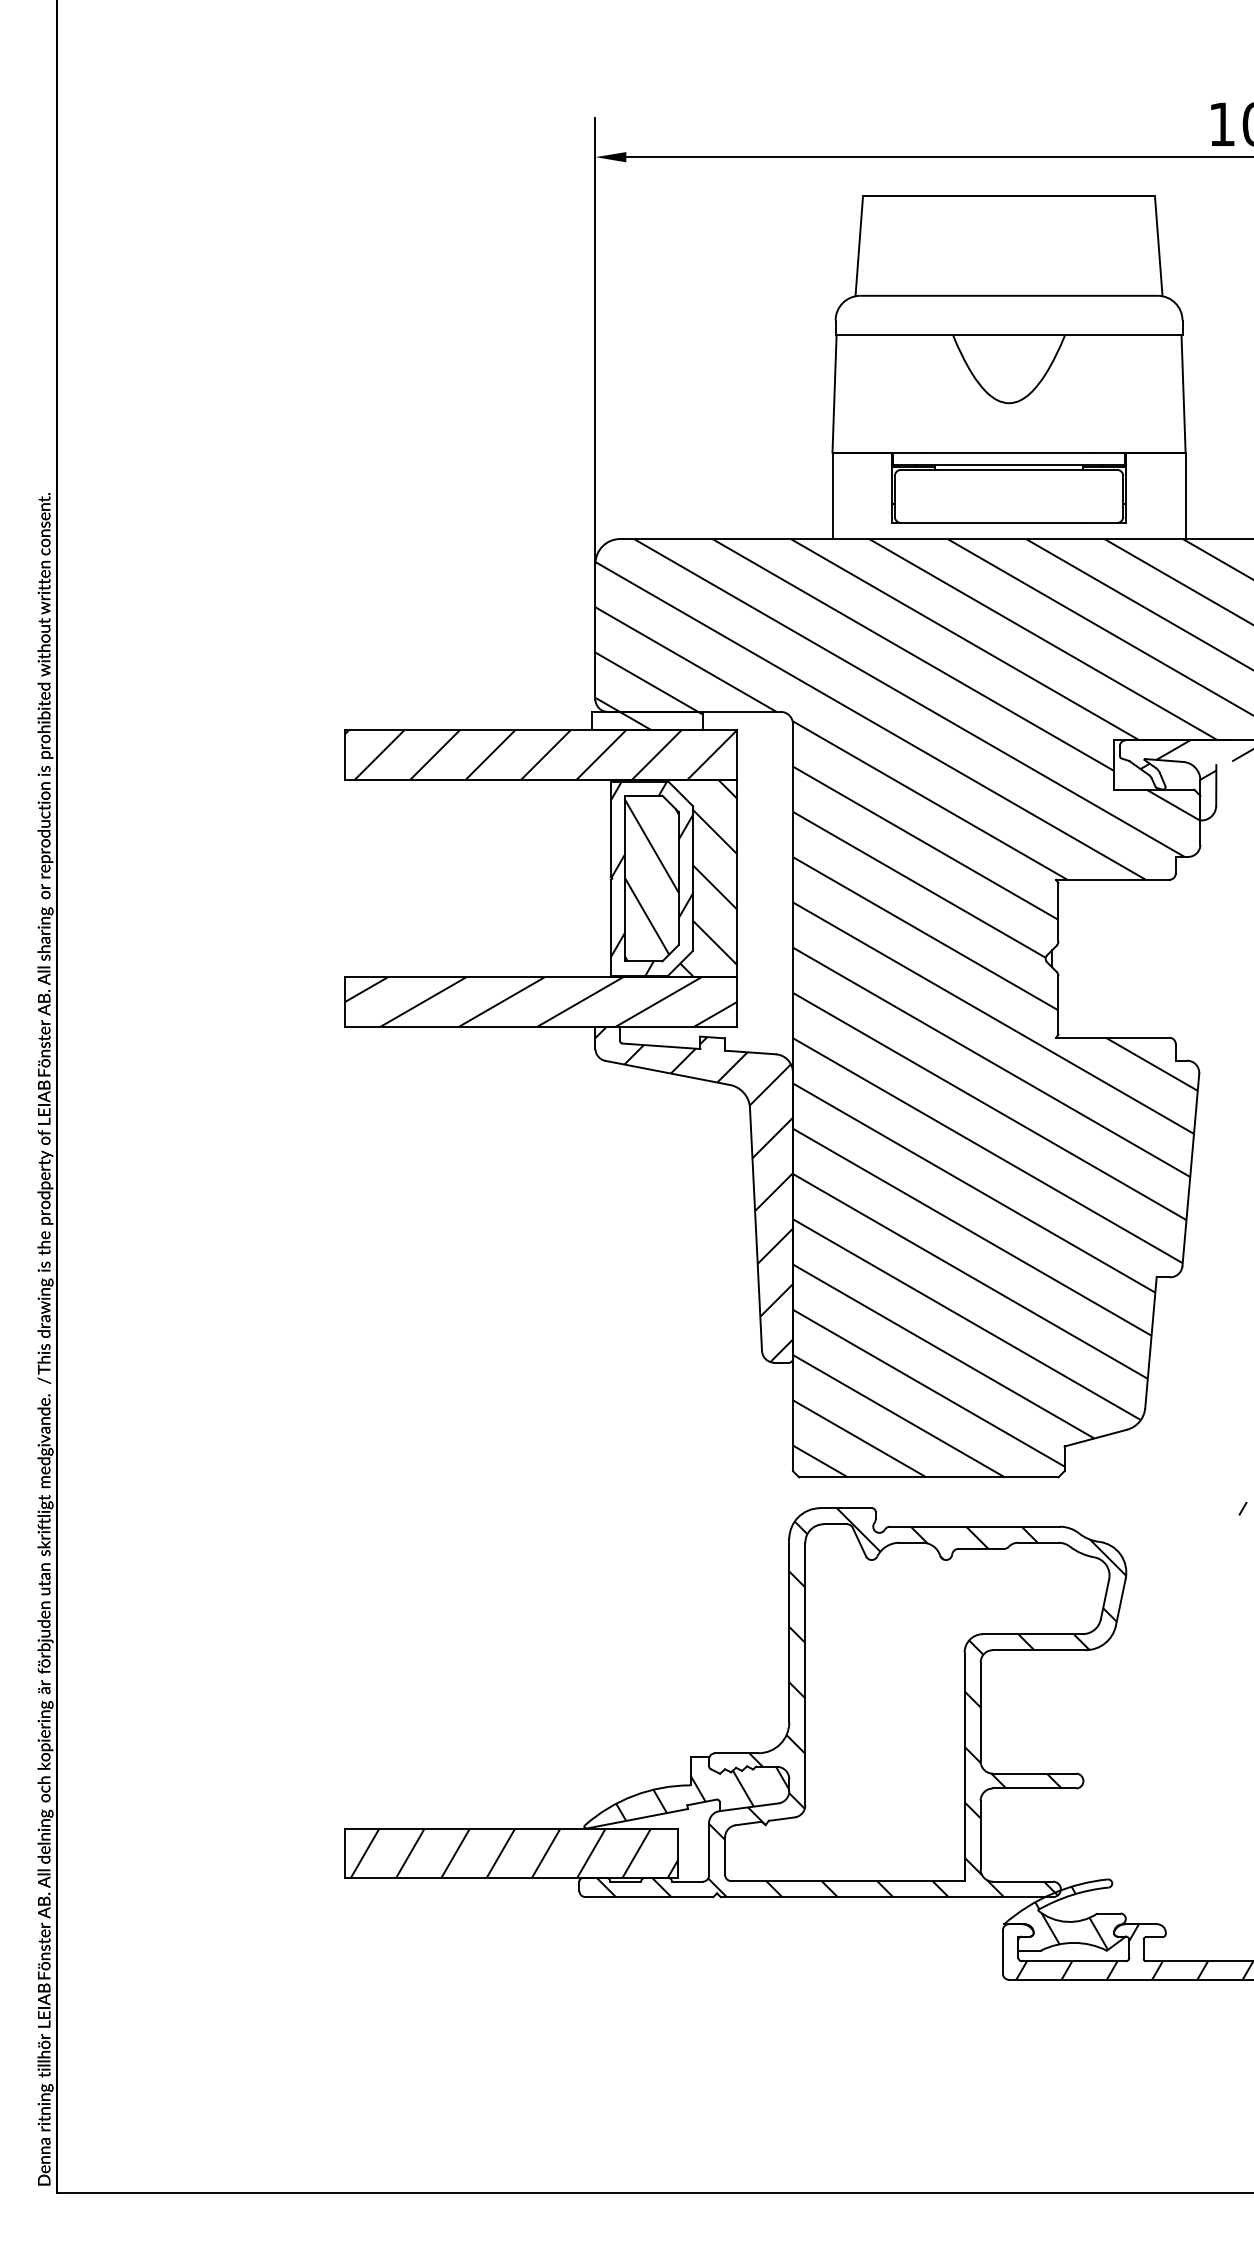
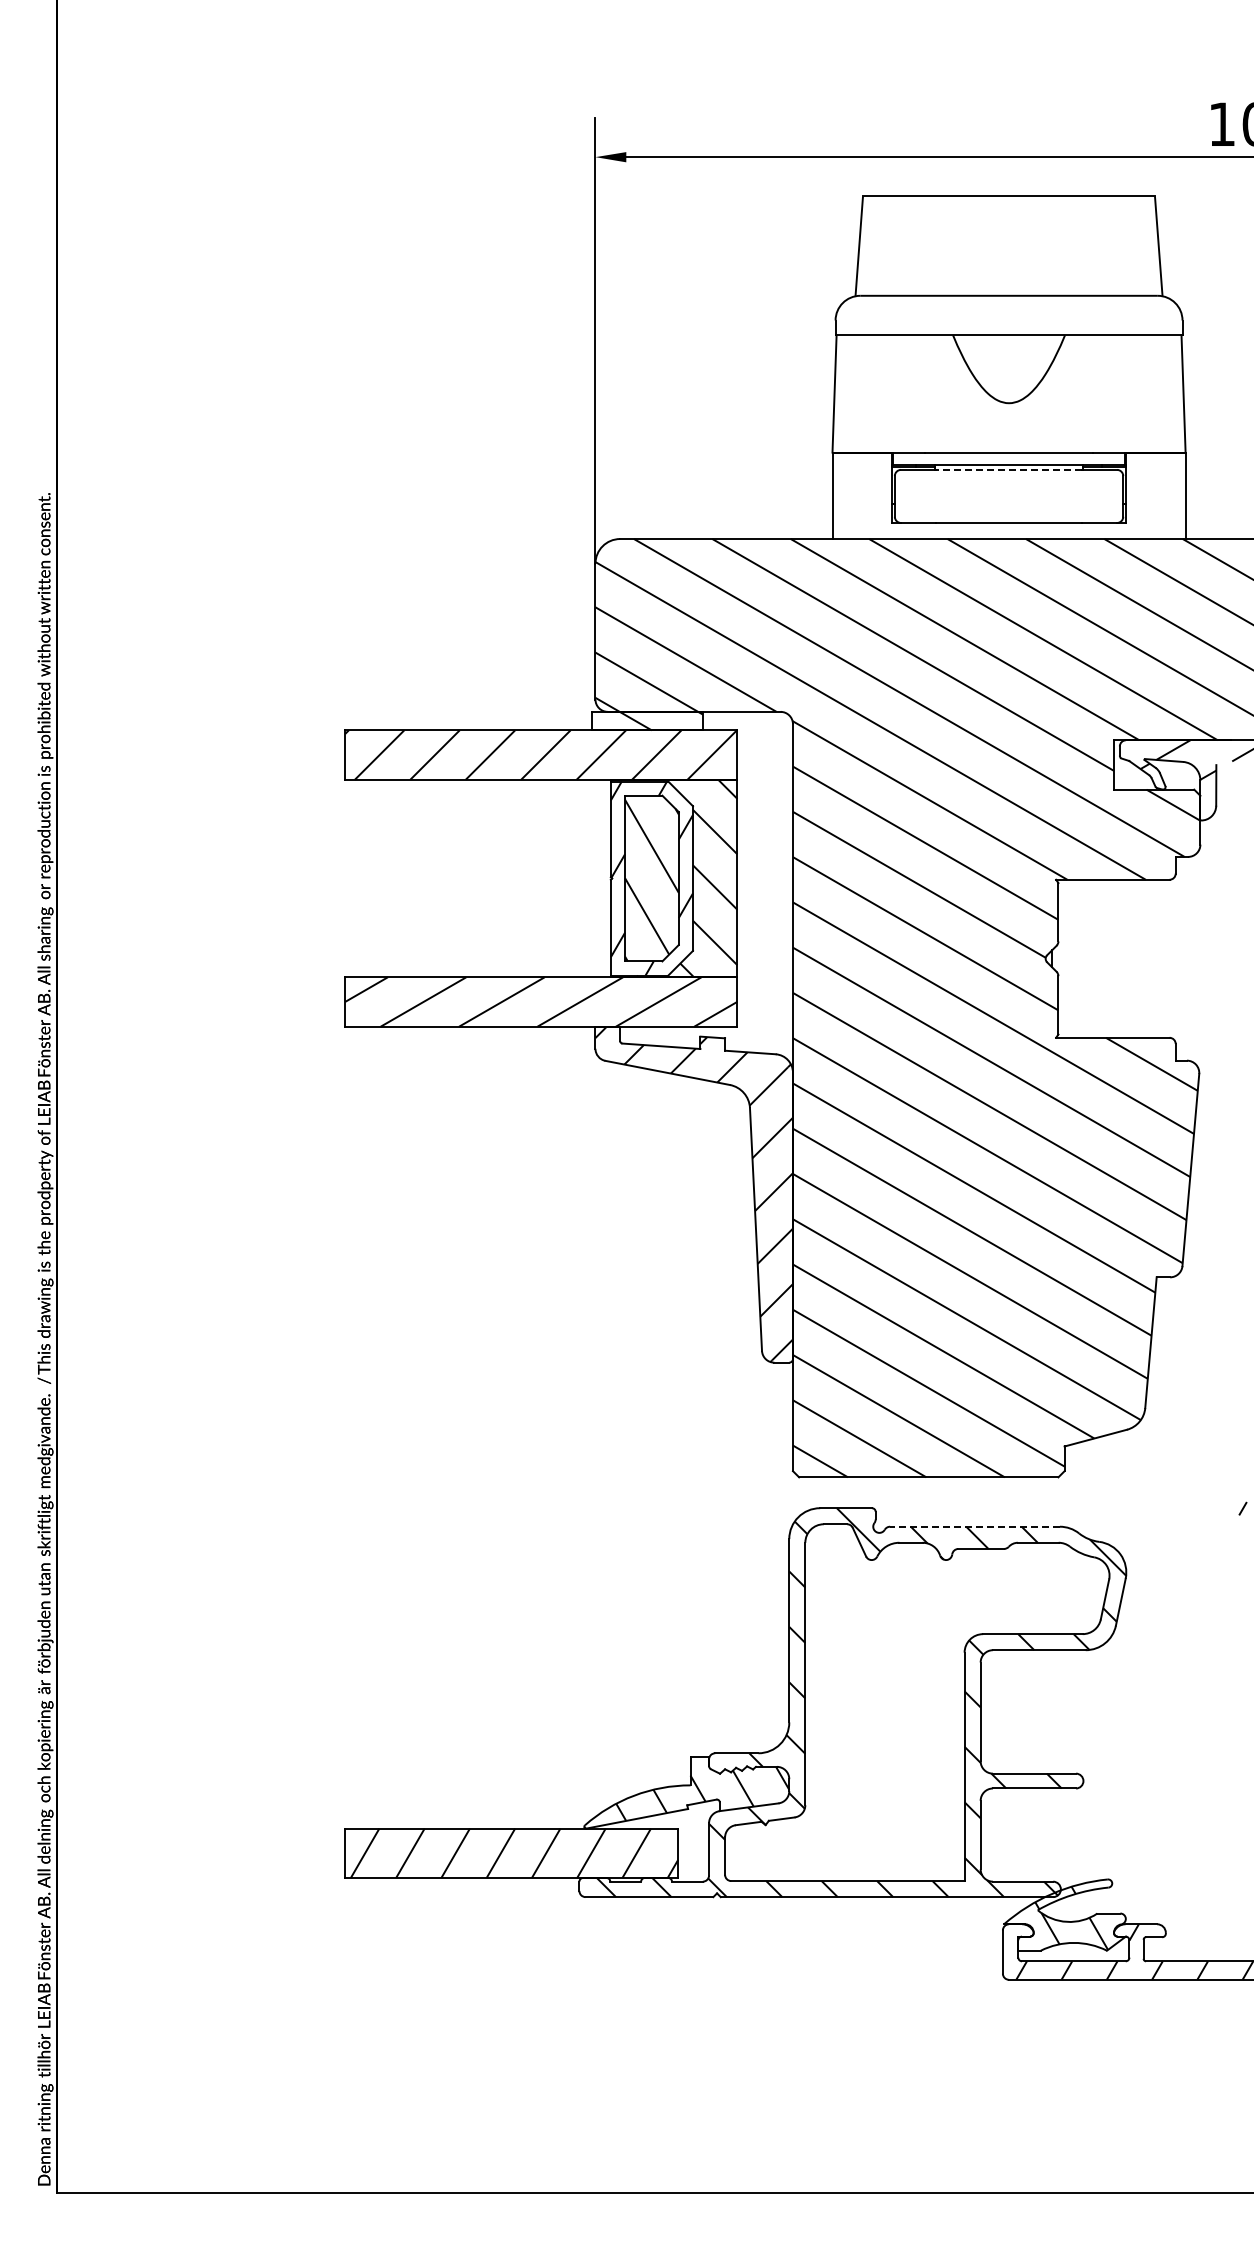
line at (1009, 469): solid -> dashed
line at (975, 1526): solid -> dashed
